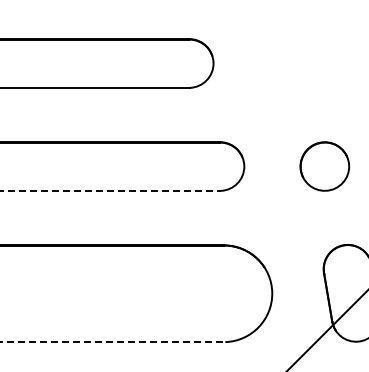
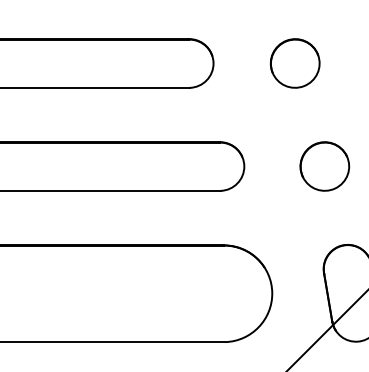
part at (294, 63): none -> present
line at (110, 190): dashed -> solid
line at (113, 342): dashed -> solid
